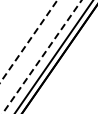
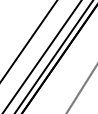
line at (28, 41): dashed -> solid
line at (41, 57): dashed -> solid
line at (81, 89): none -> present
